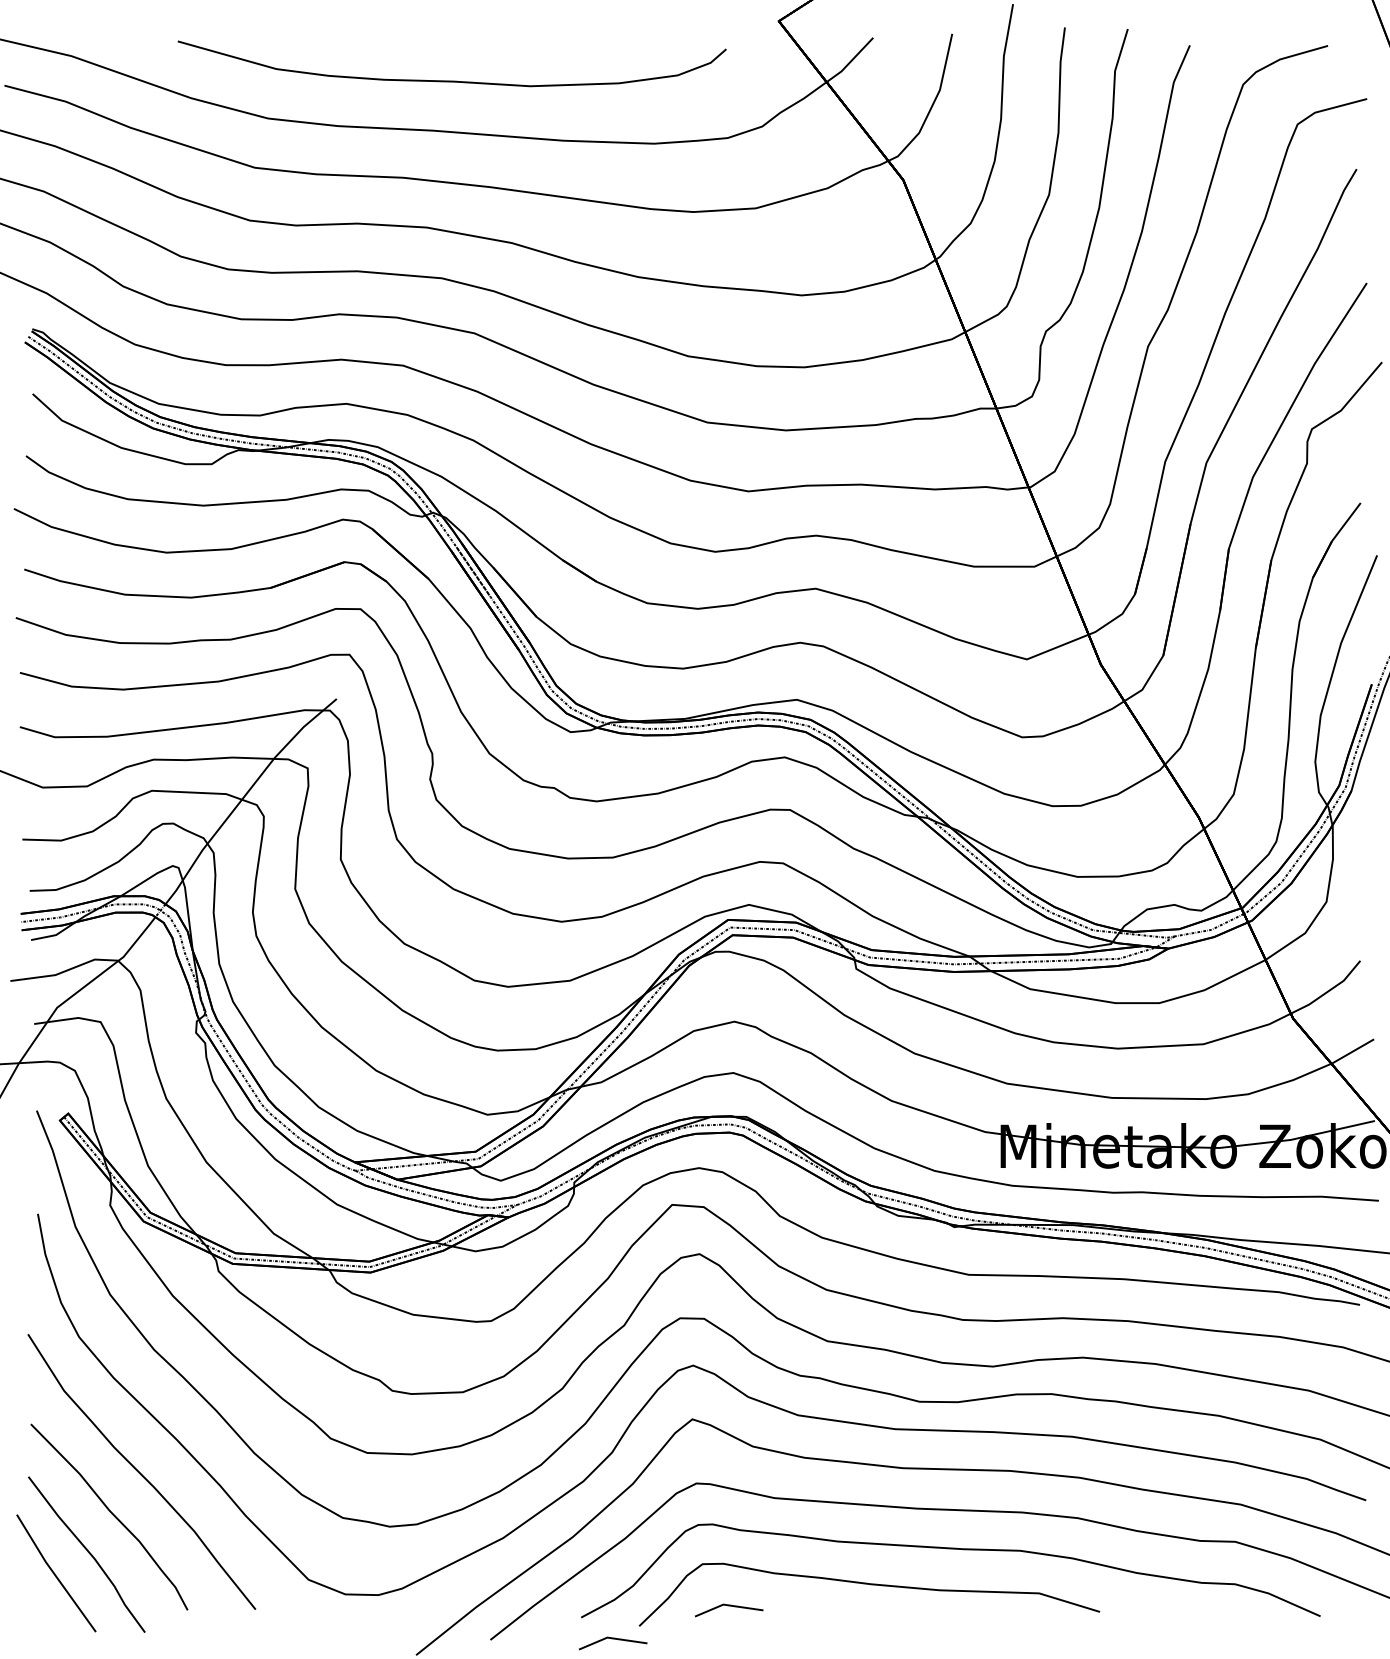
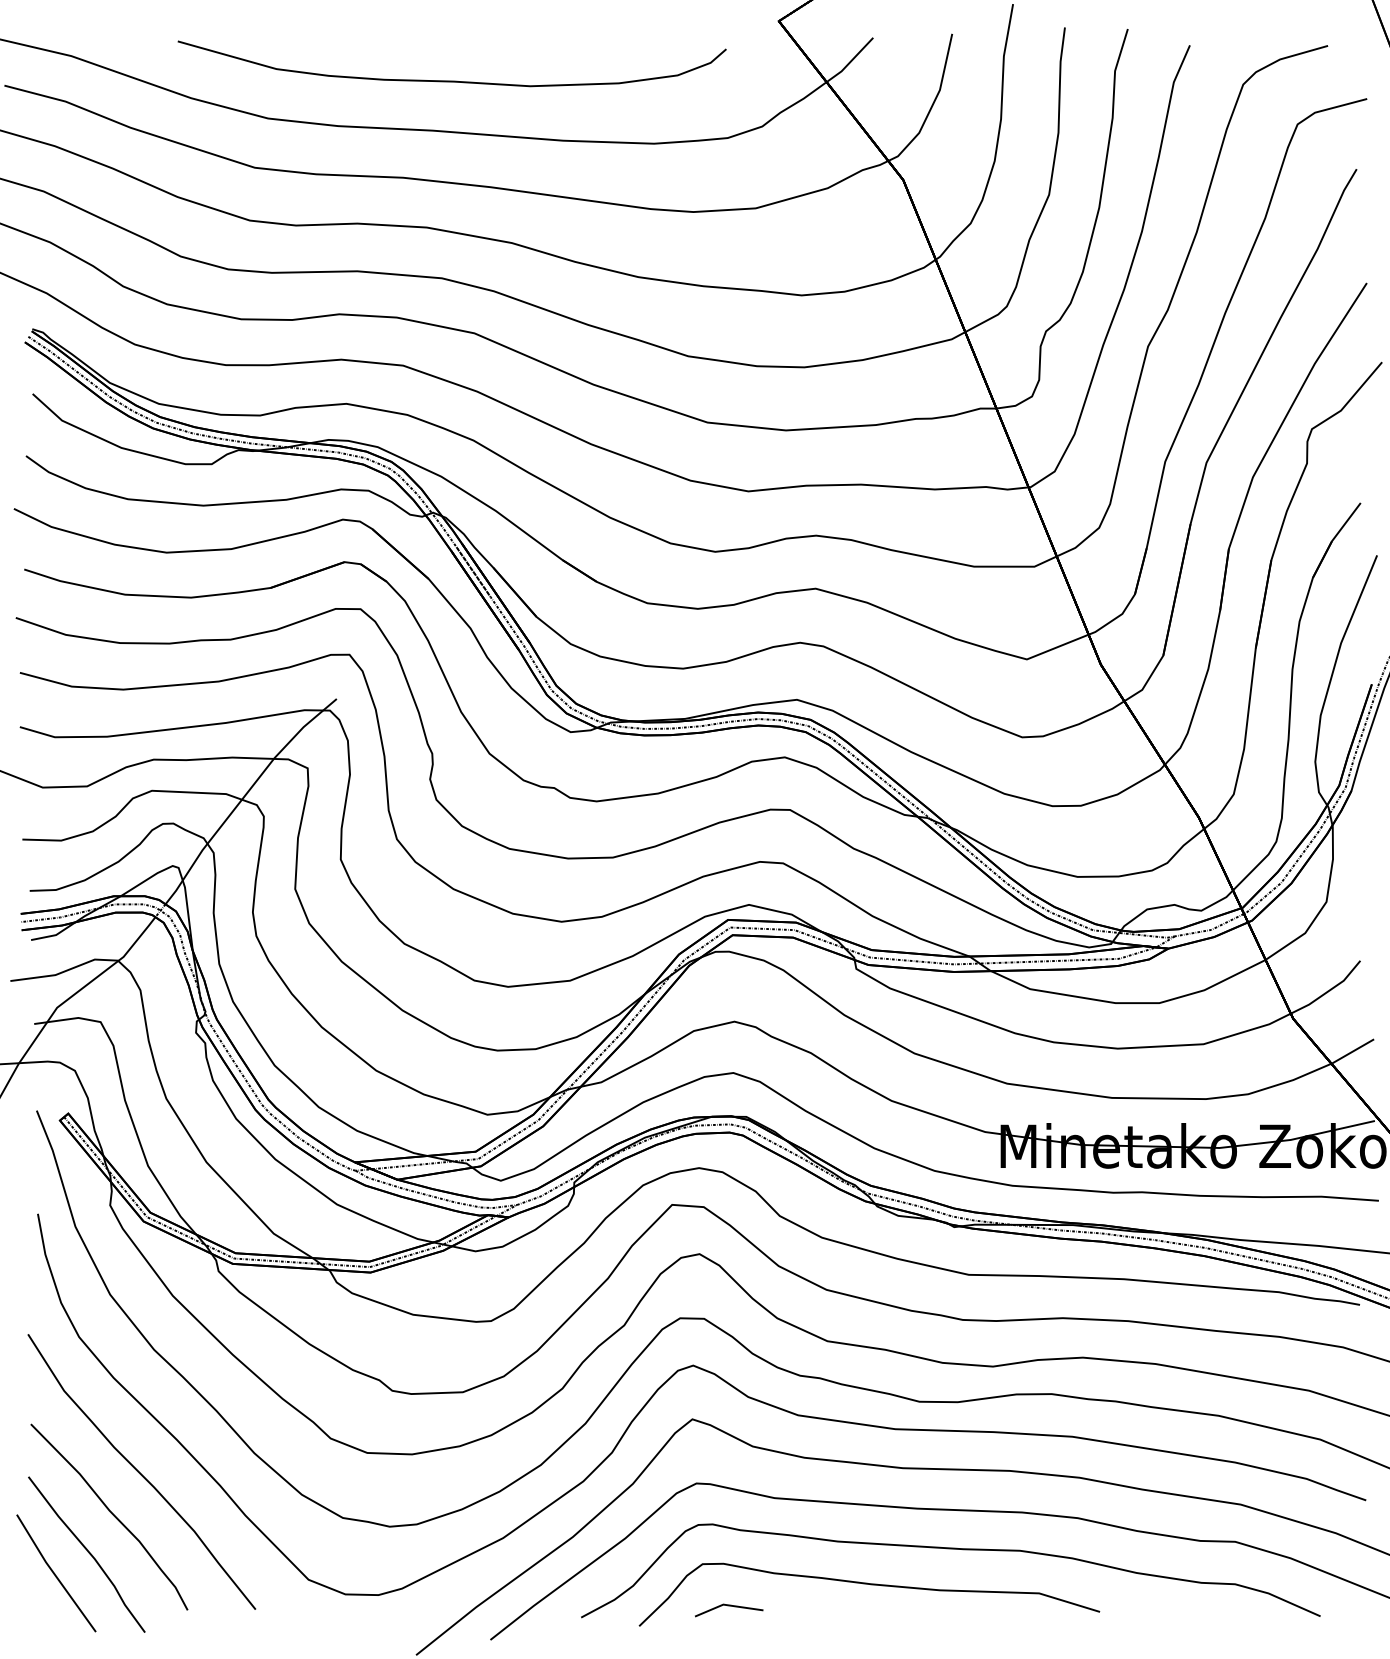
part at (613, 1643): present -> none
